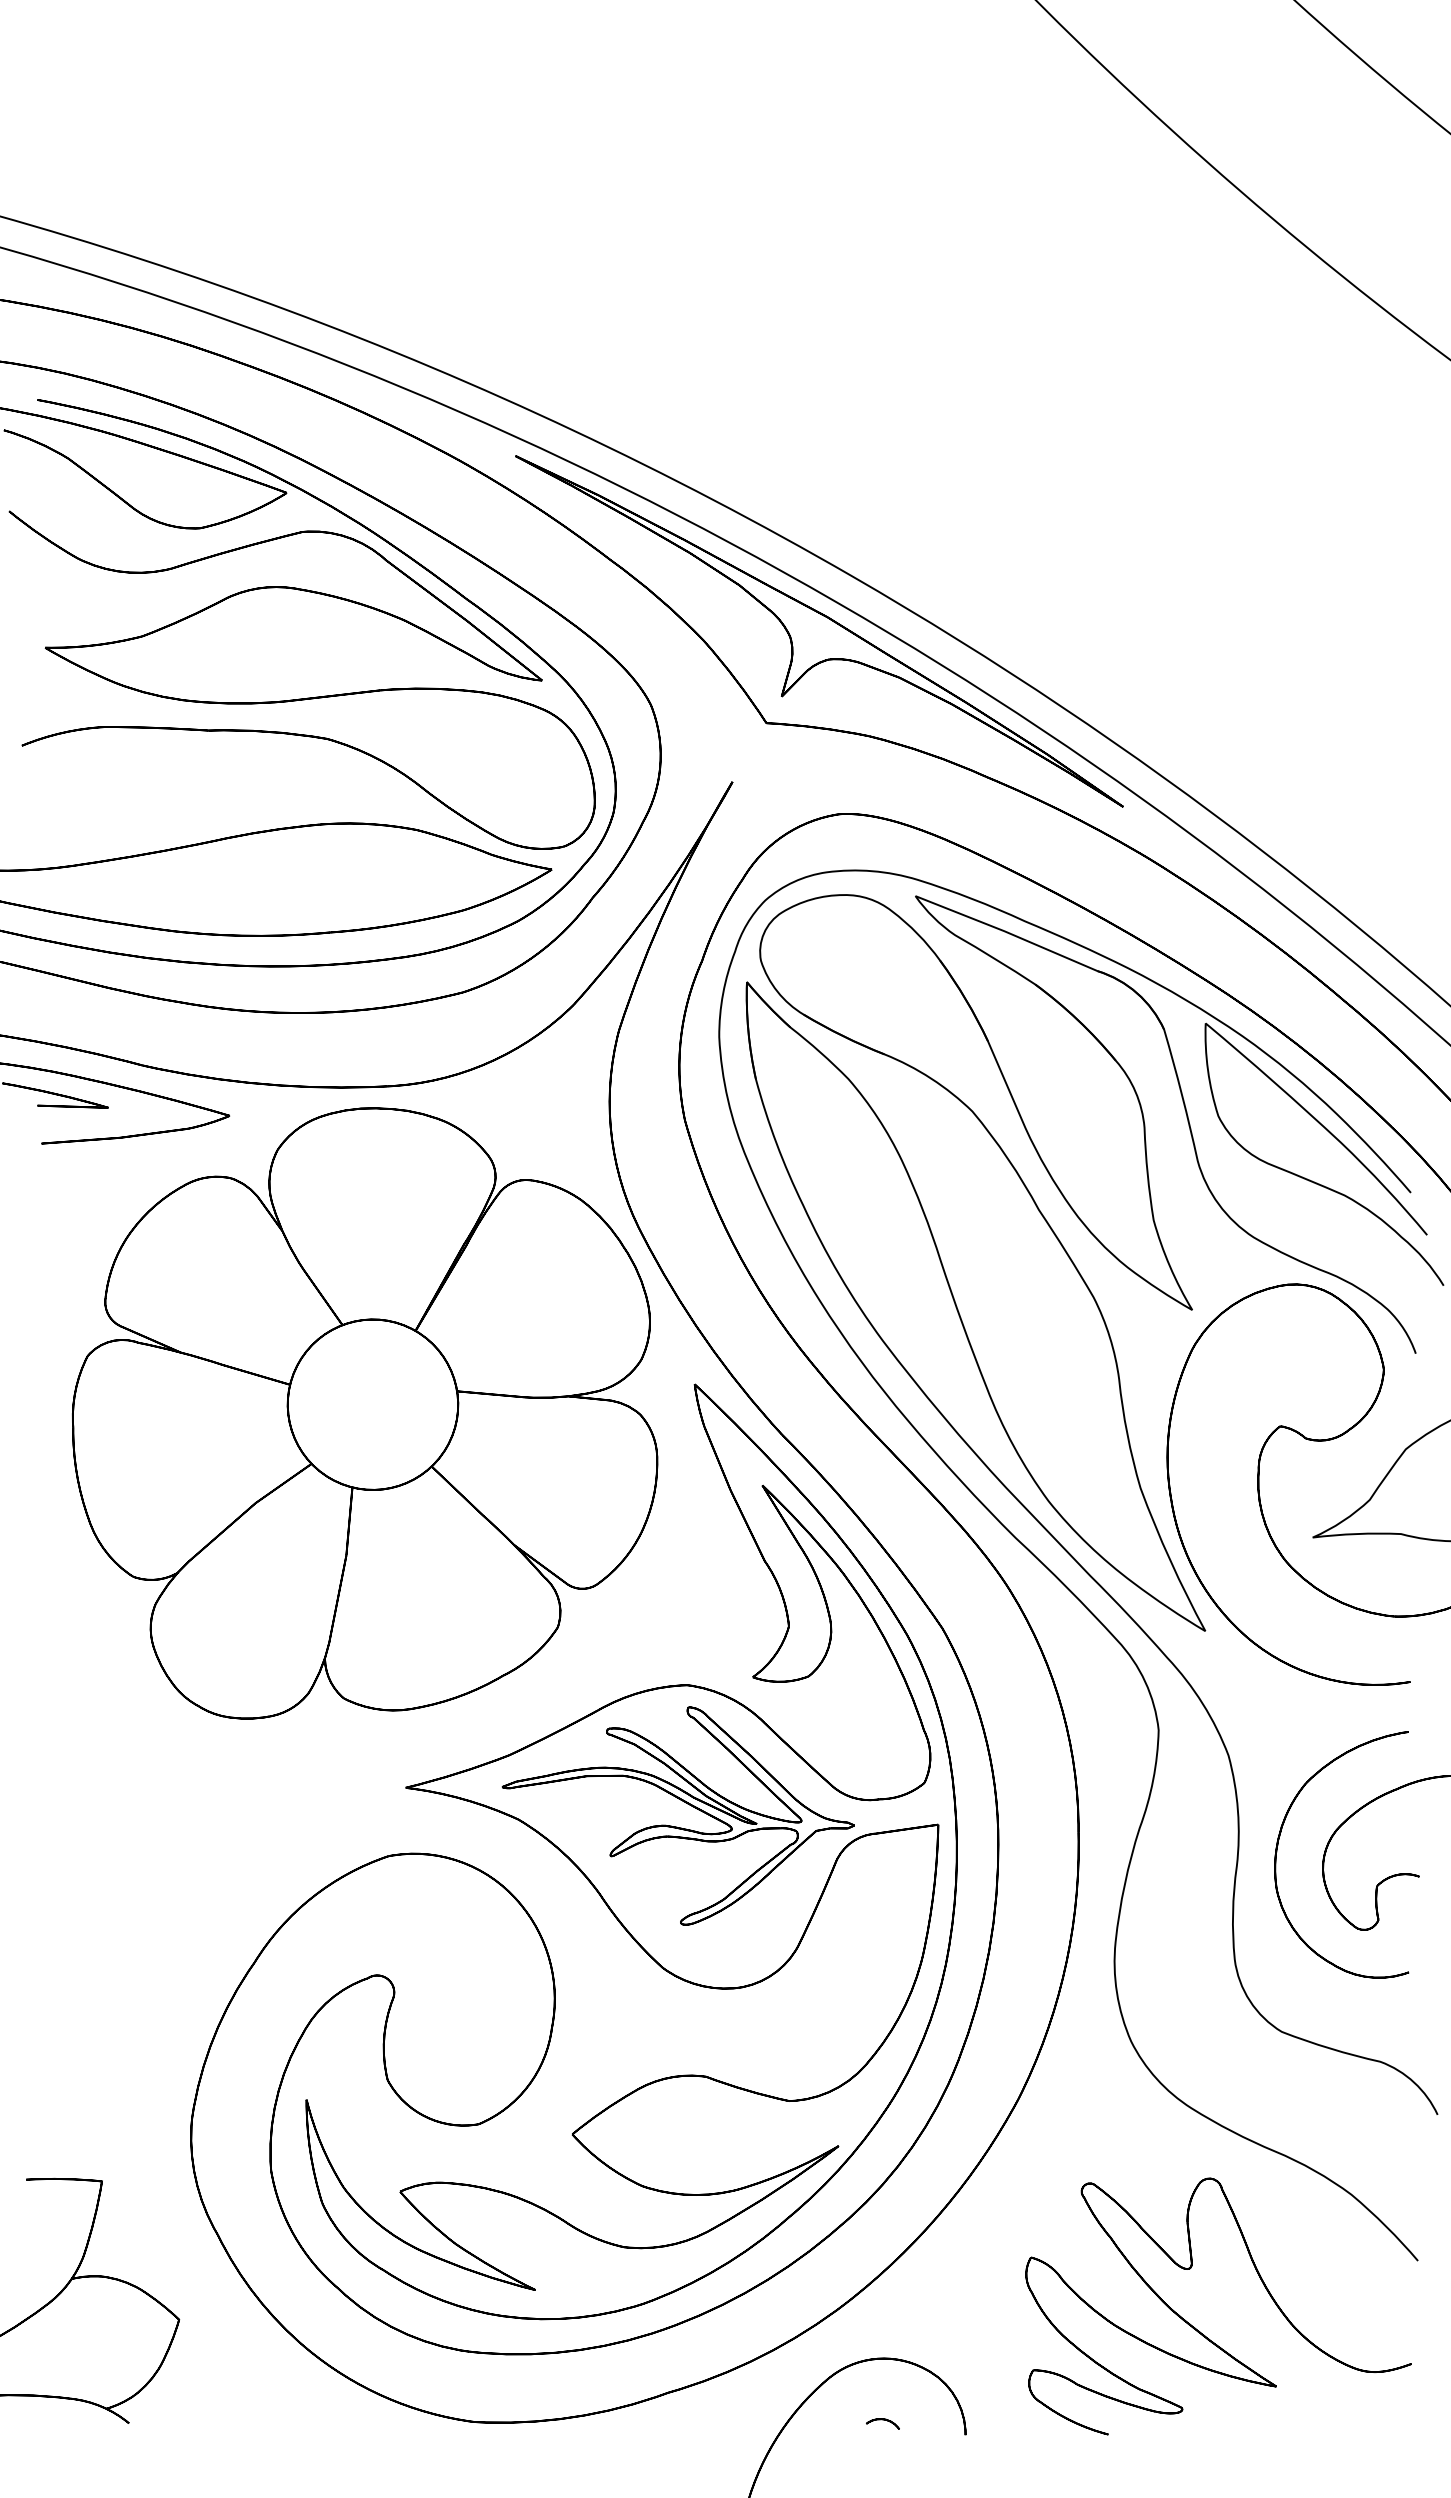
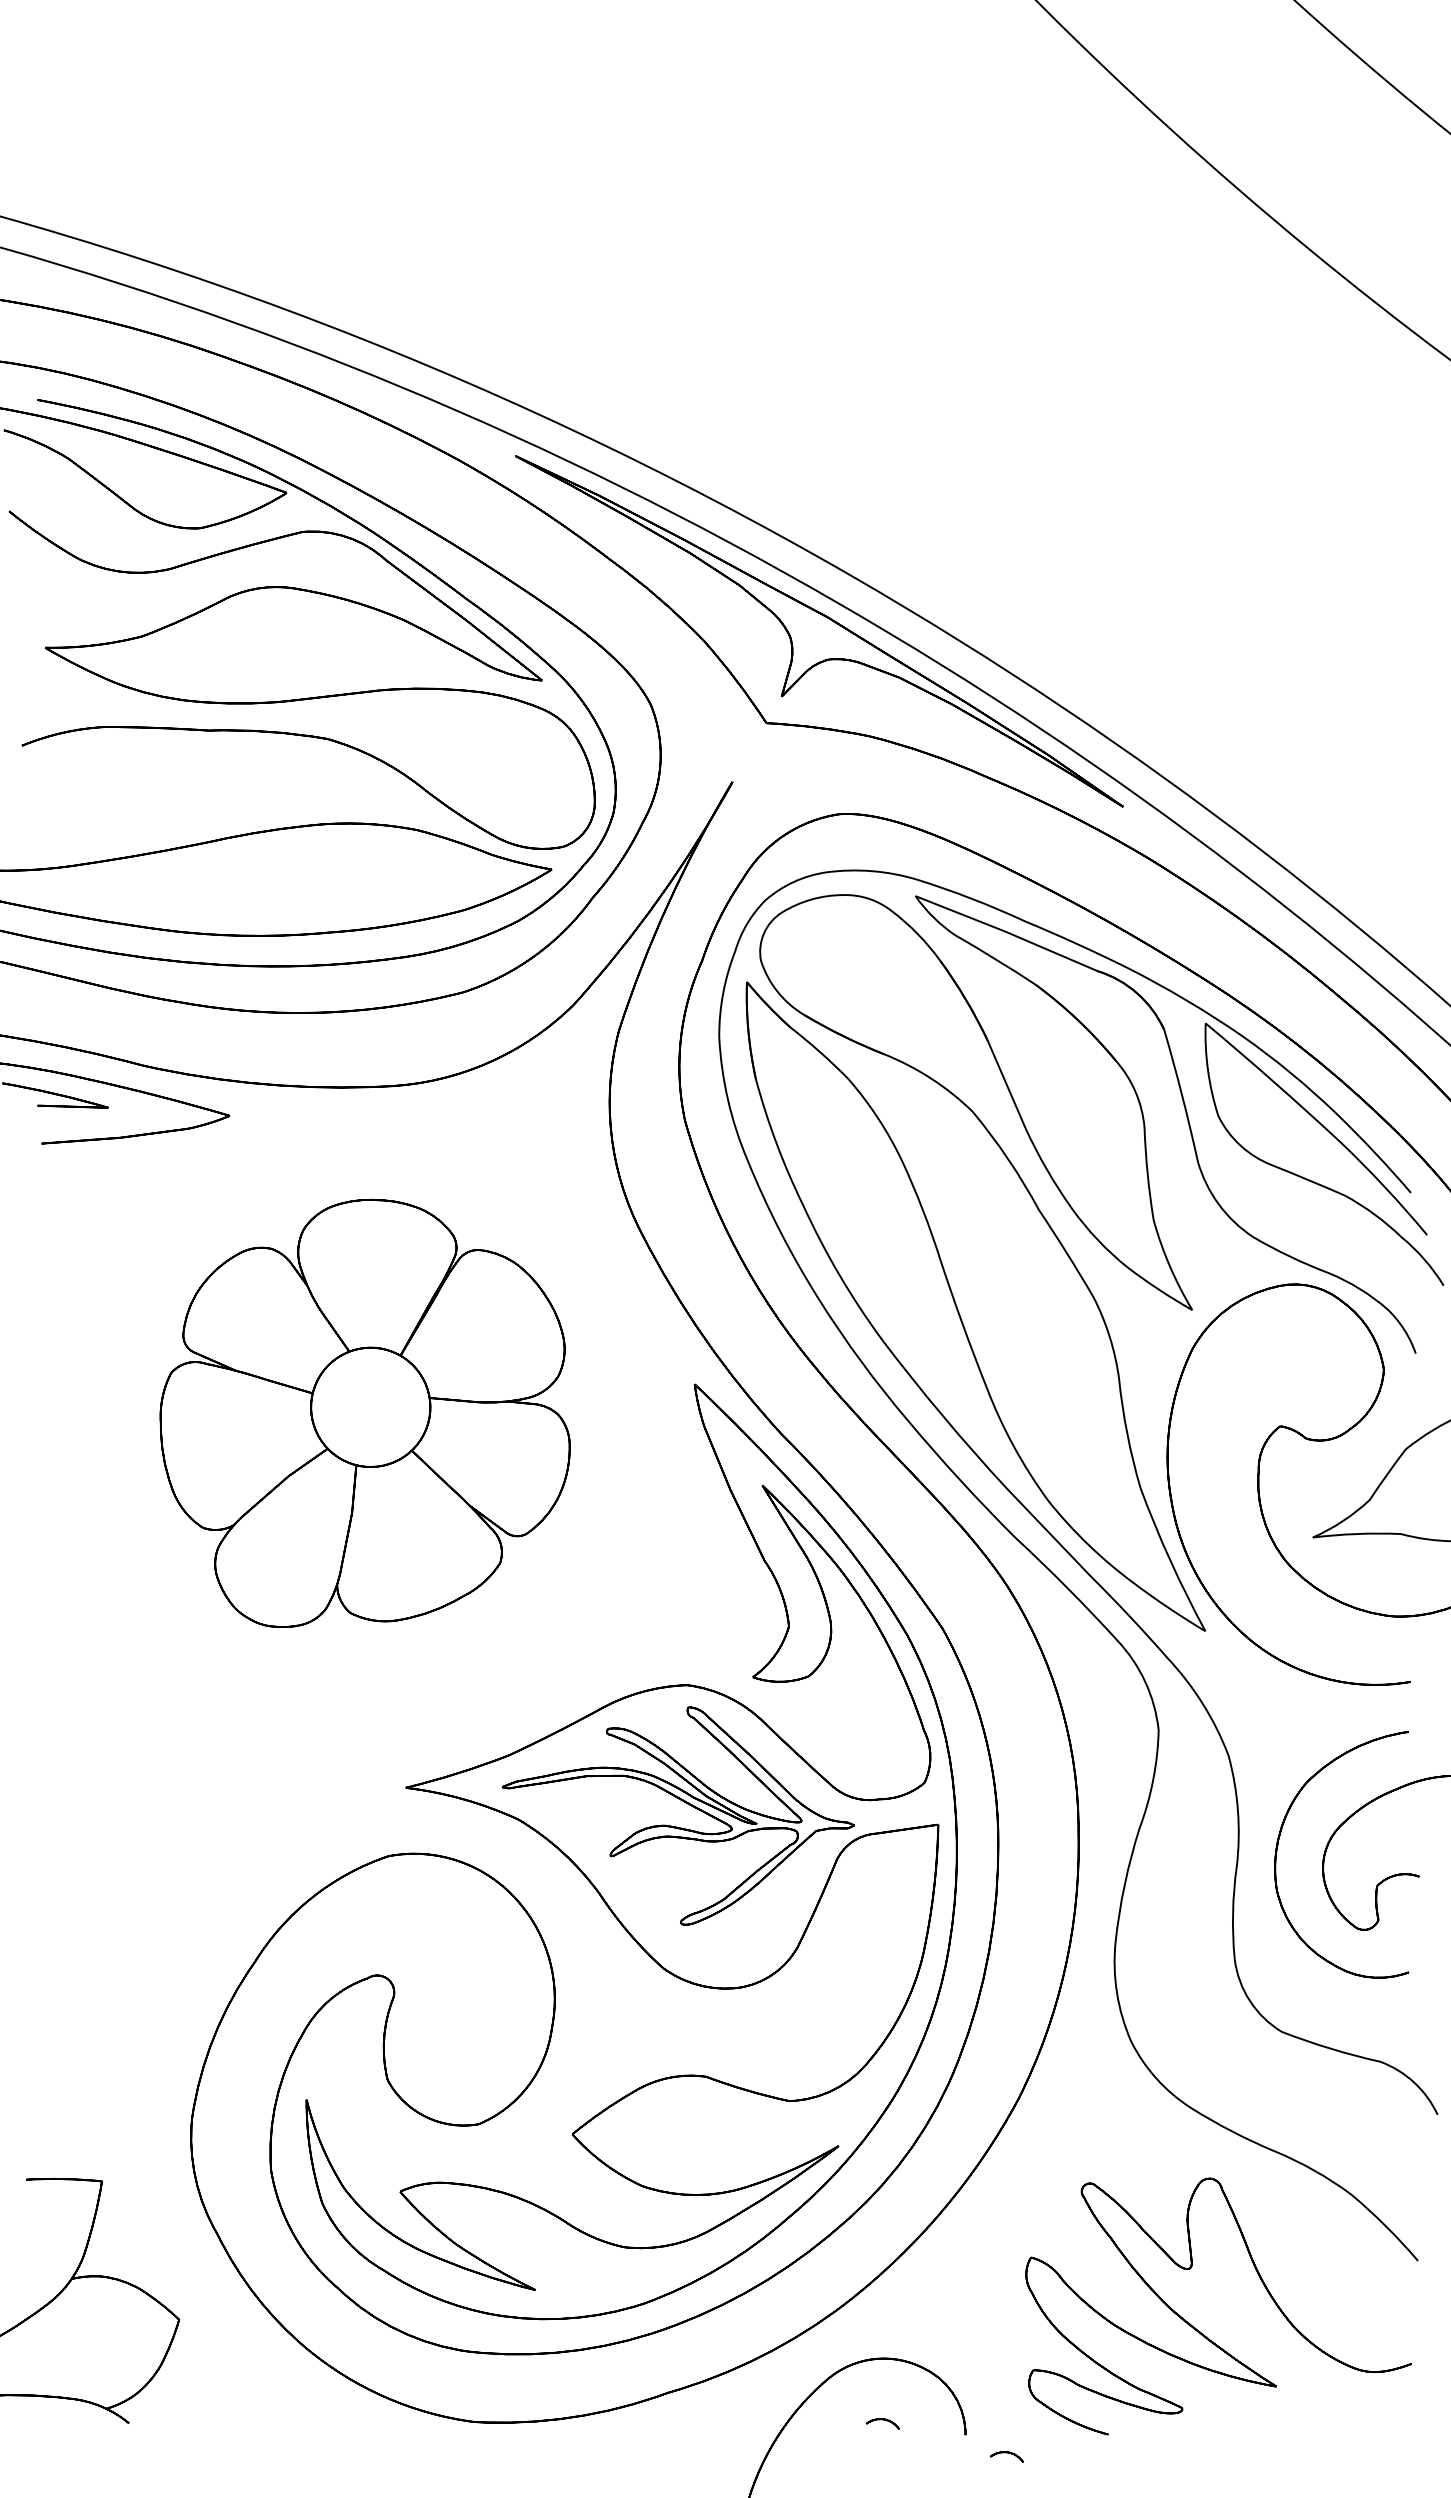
part at (365, 1413) size: 587x613 px -> 412x430 px
part at (1006, 2456): none -> present
